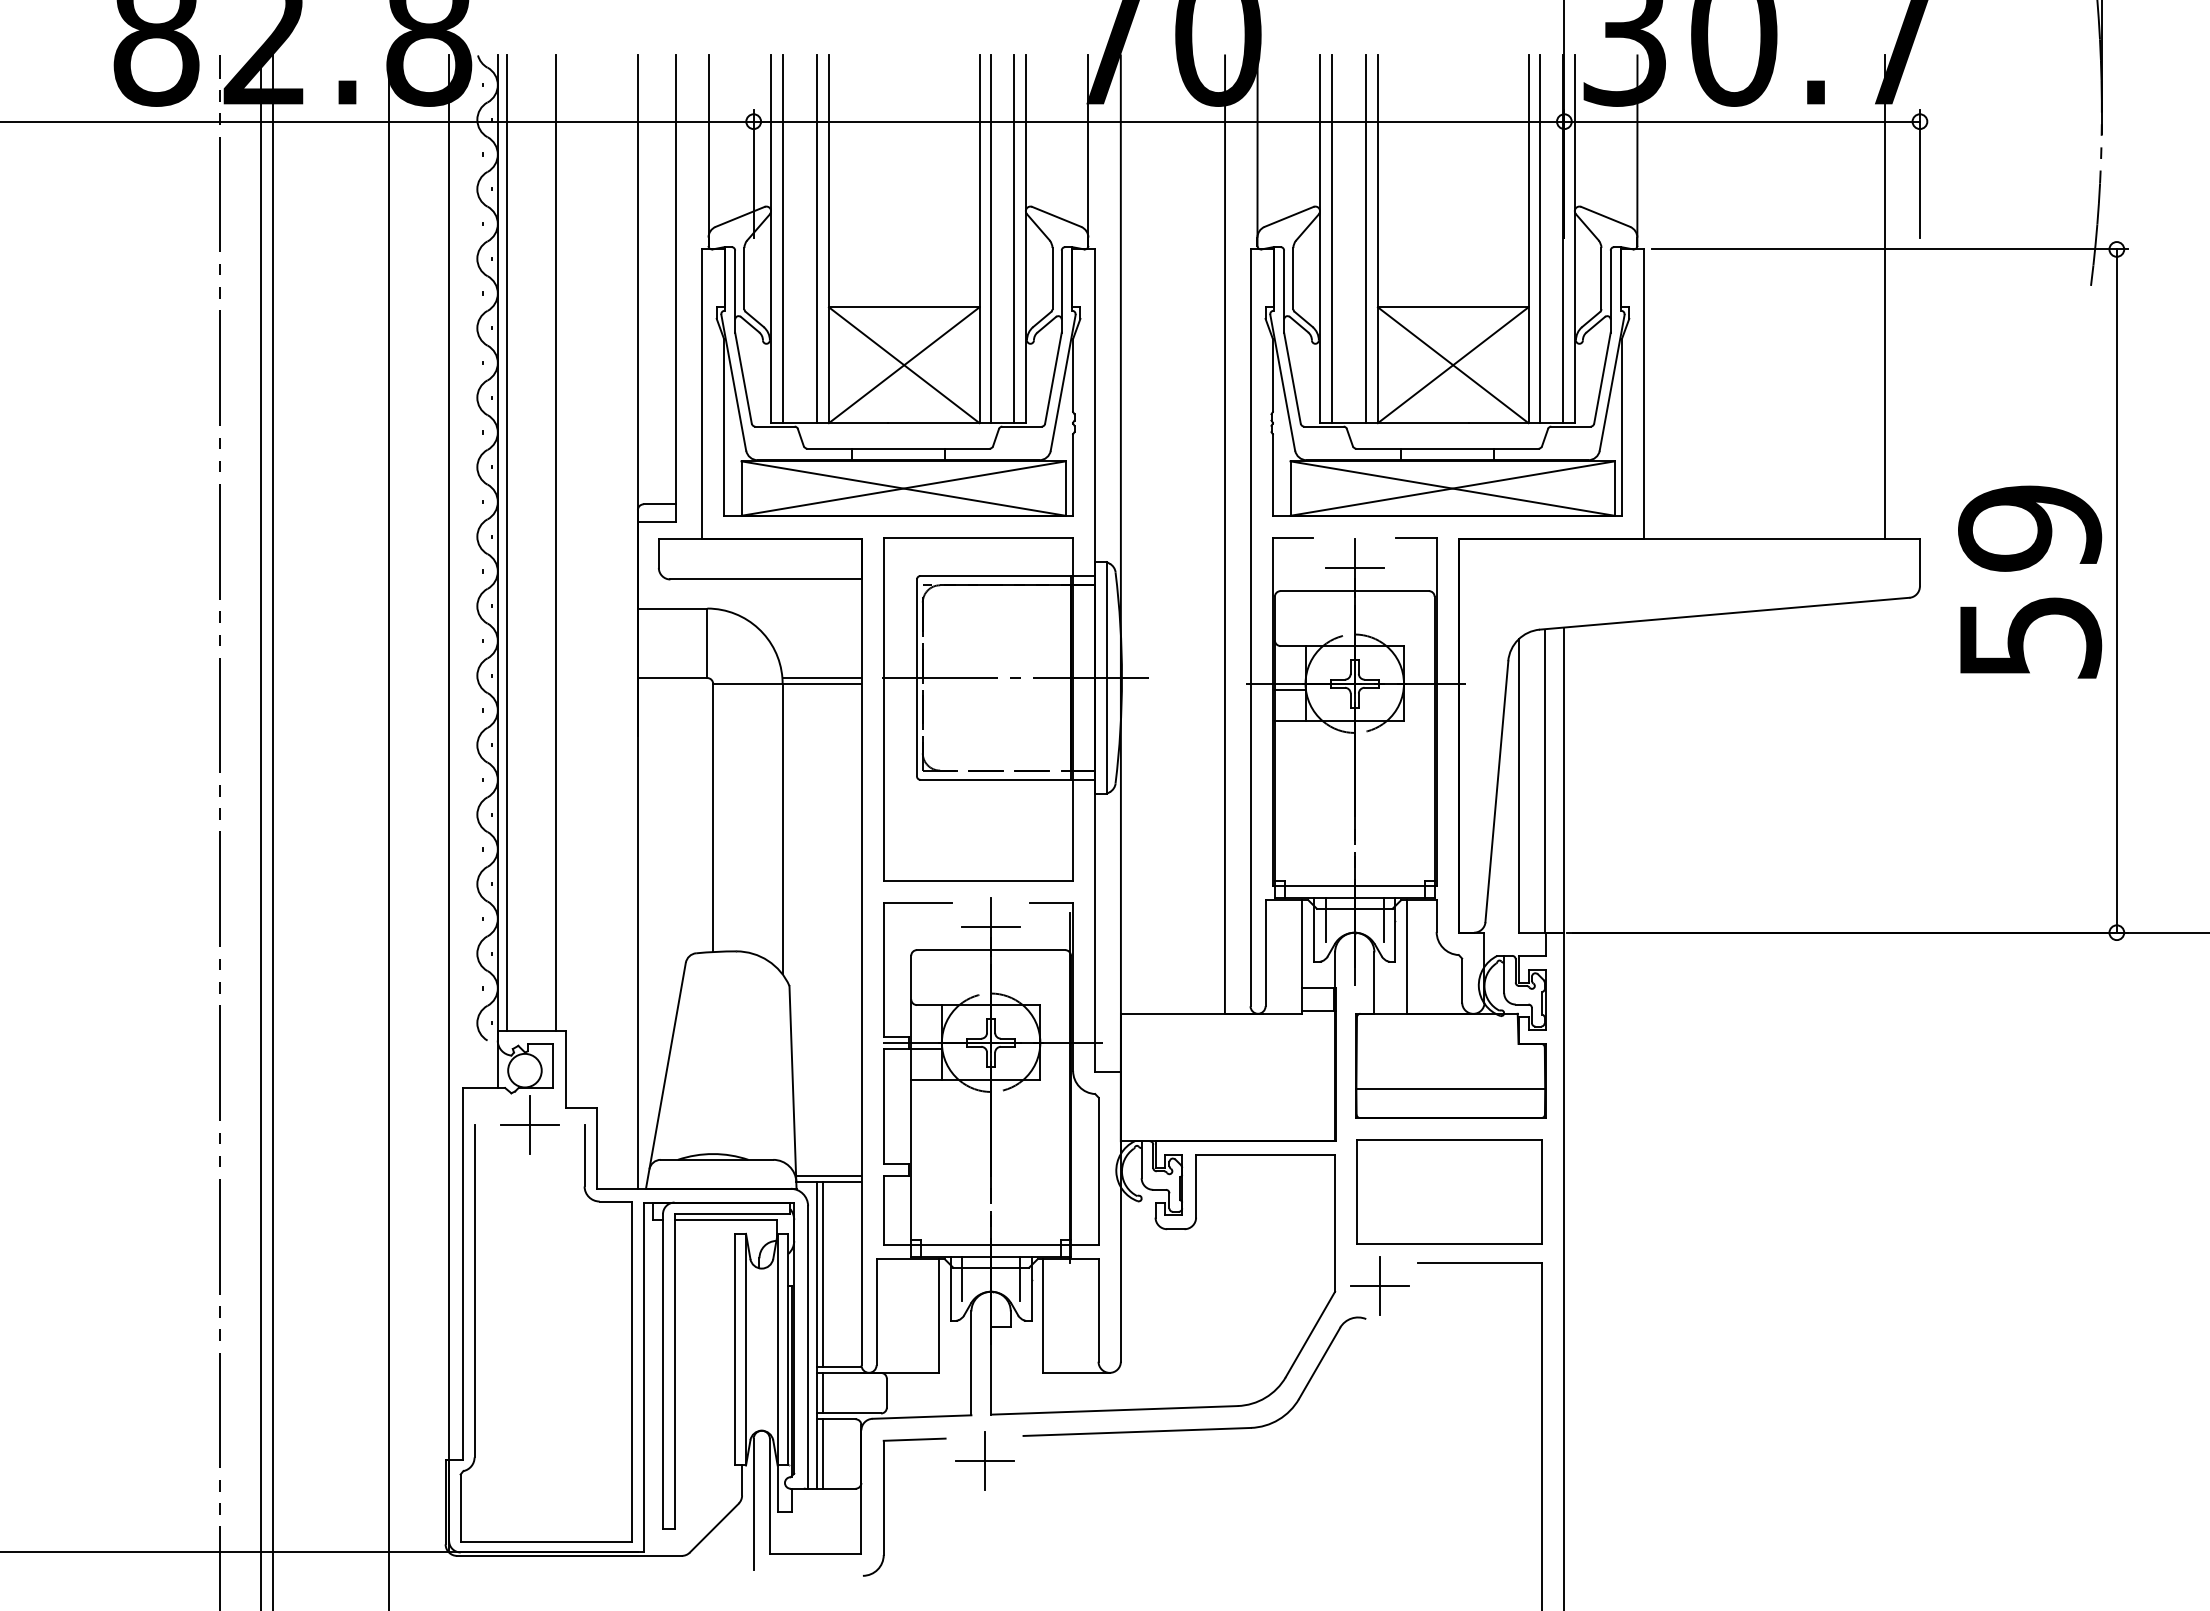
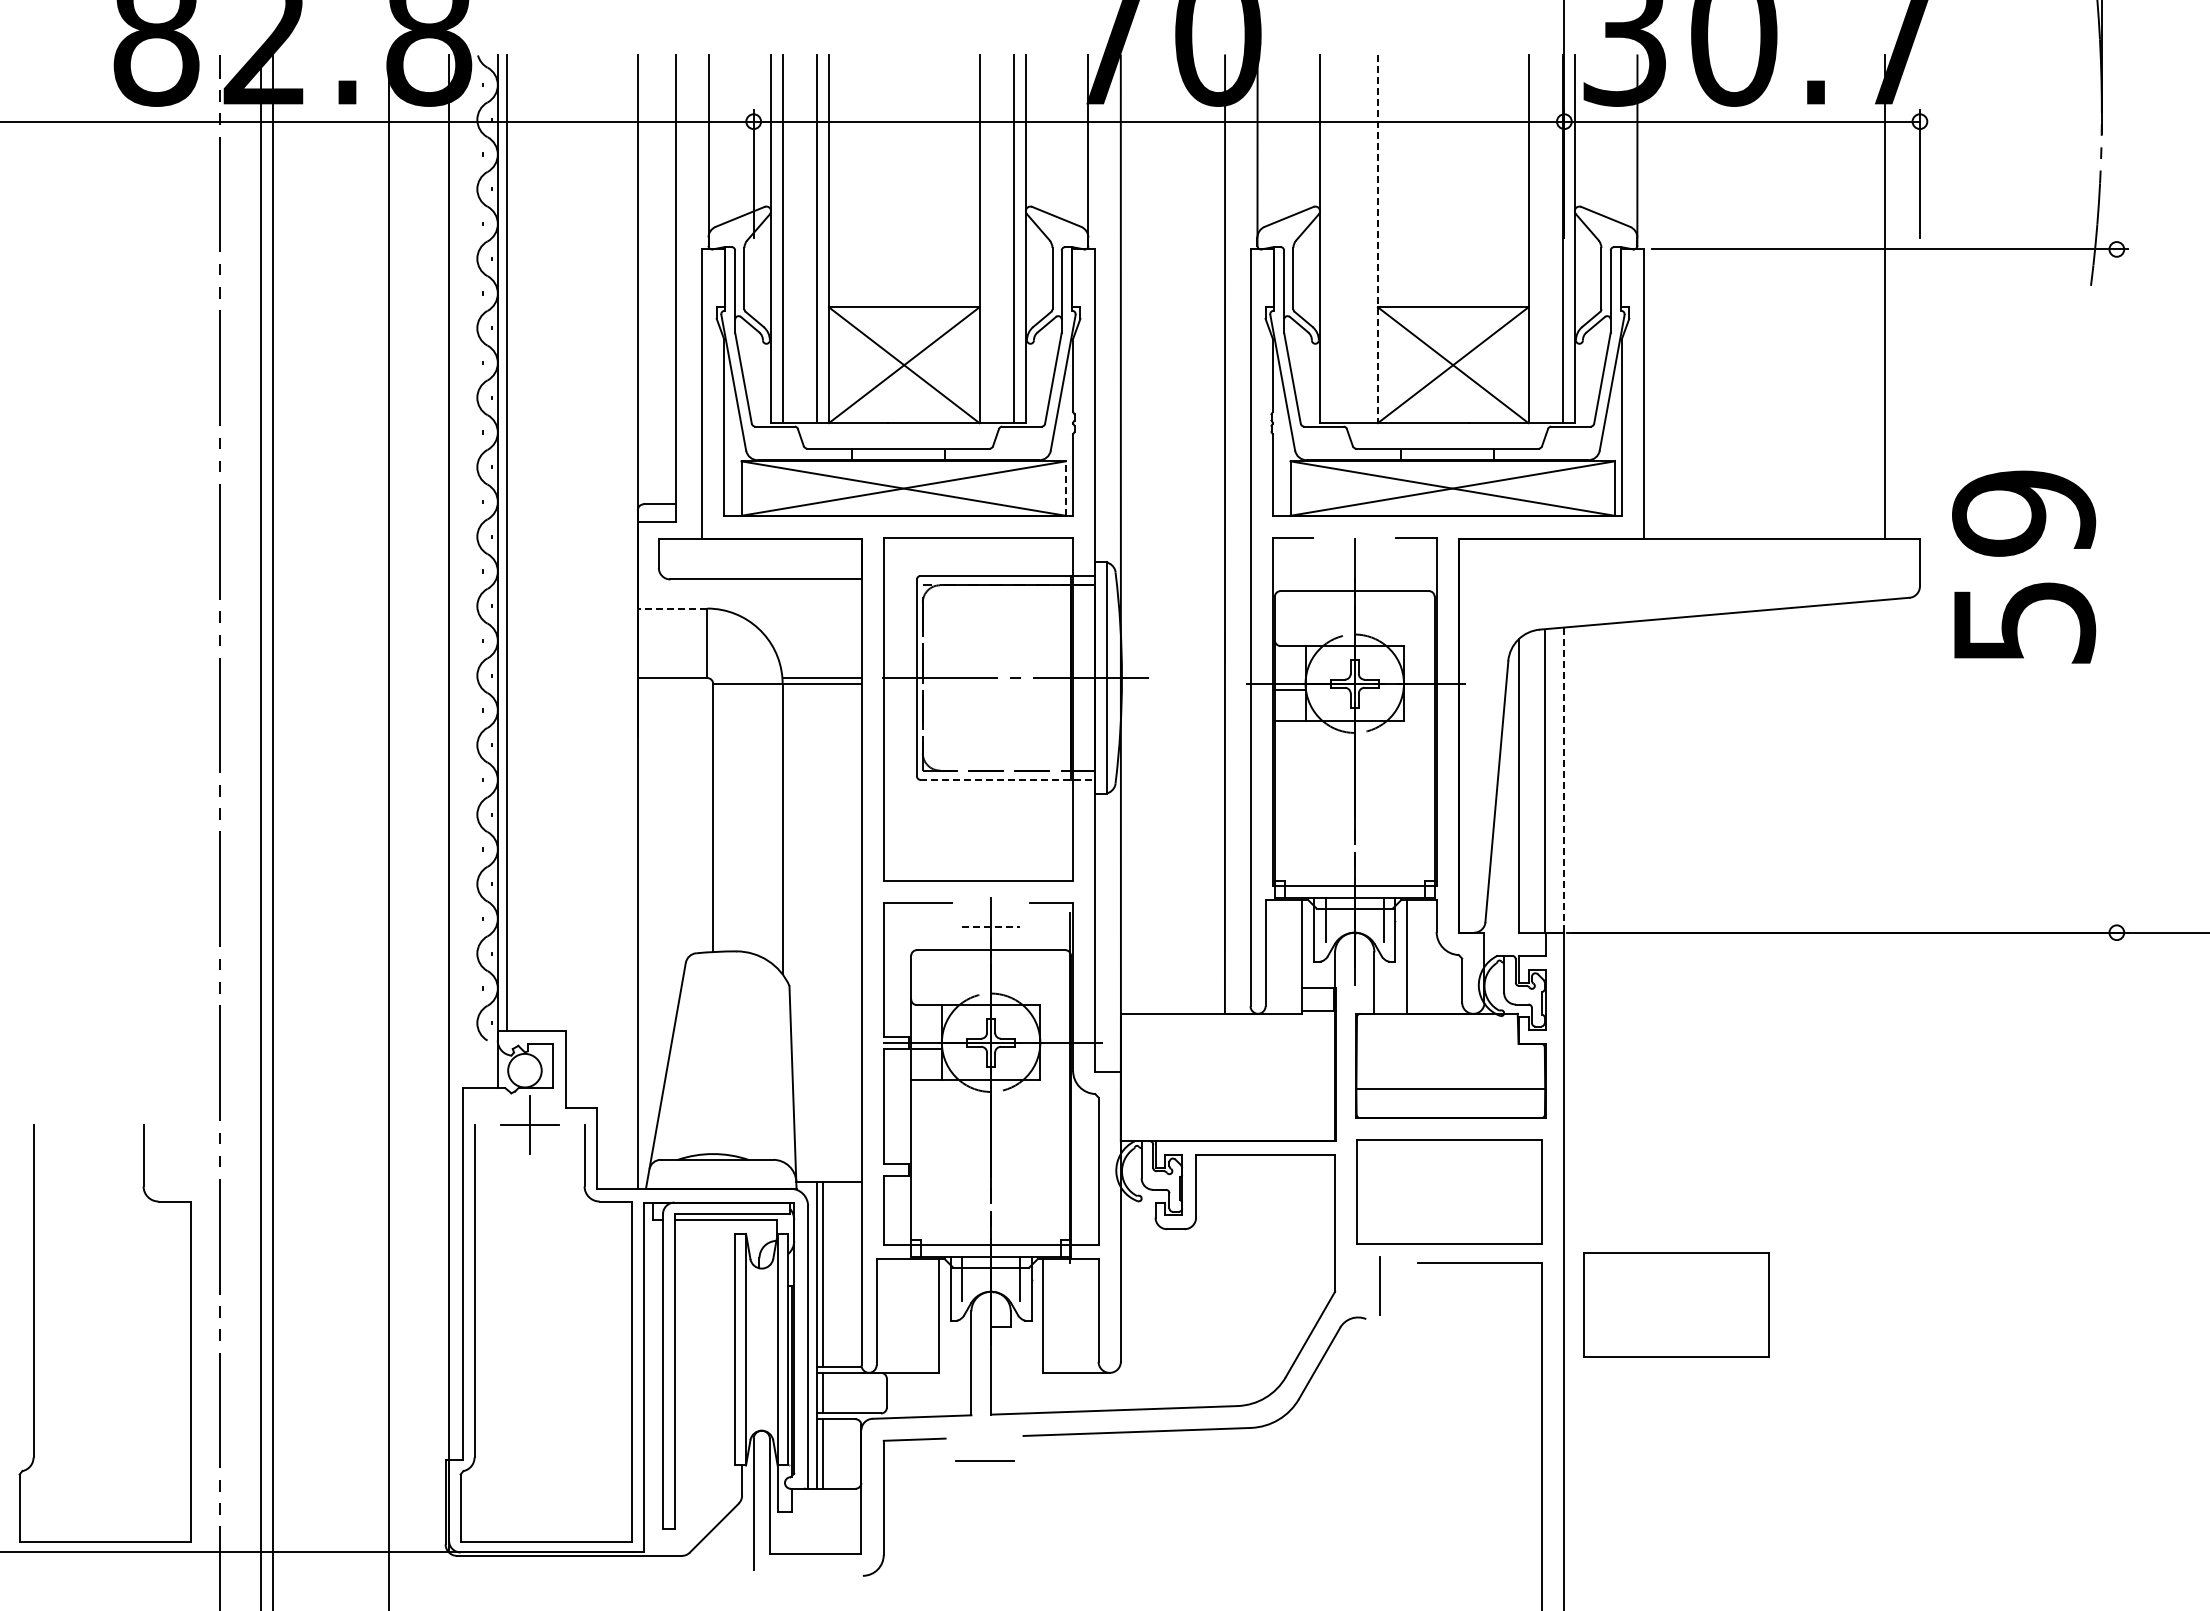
line at (991, 239): present -> none
line at (1331, 239): present -> none
line at (1366, 239): present -> none
line at (1377, 239): solid -> dashed
line at (1540, 239): present -> none
line at (1065, 488): solid -> dashed
line at (555, 543): present -> none
line at (1354, 567): present -> none
text at (2030, 581) position: (2030, 581) -> (2024, 566)
line at (2116, 590): present -> none
line at (672, 608): solid -> dashed
line at (1008, 779): solid -> dashed
line at (1564, 780): solid -> dashed
line at (991, 926): solid -> dashed
line at (828, 1176): present -> none
line at (1380, 1285): present -> none
part at (1676, 1304): none -> present
part at (34, 1333): none -> present
line at (985, 1460): present -> none
